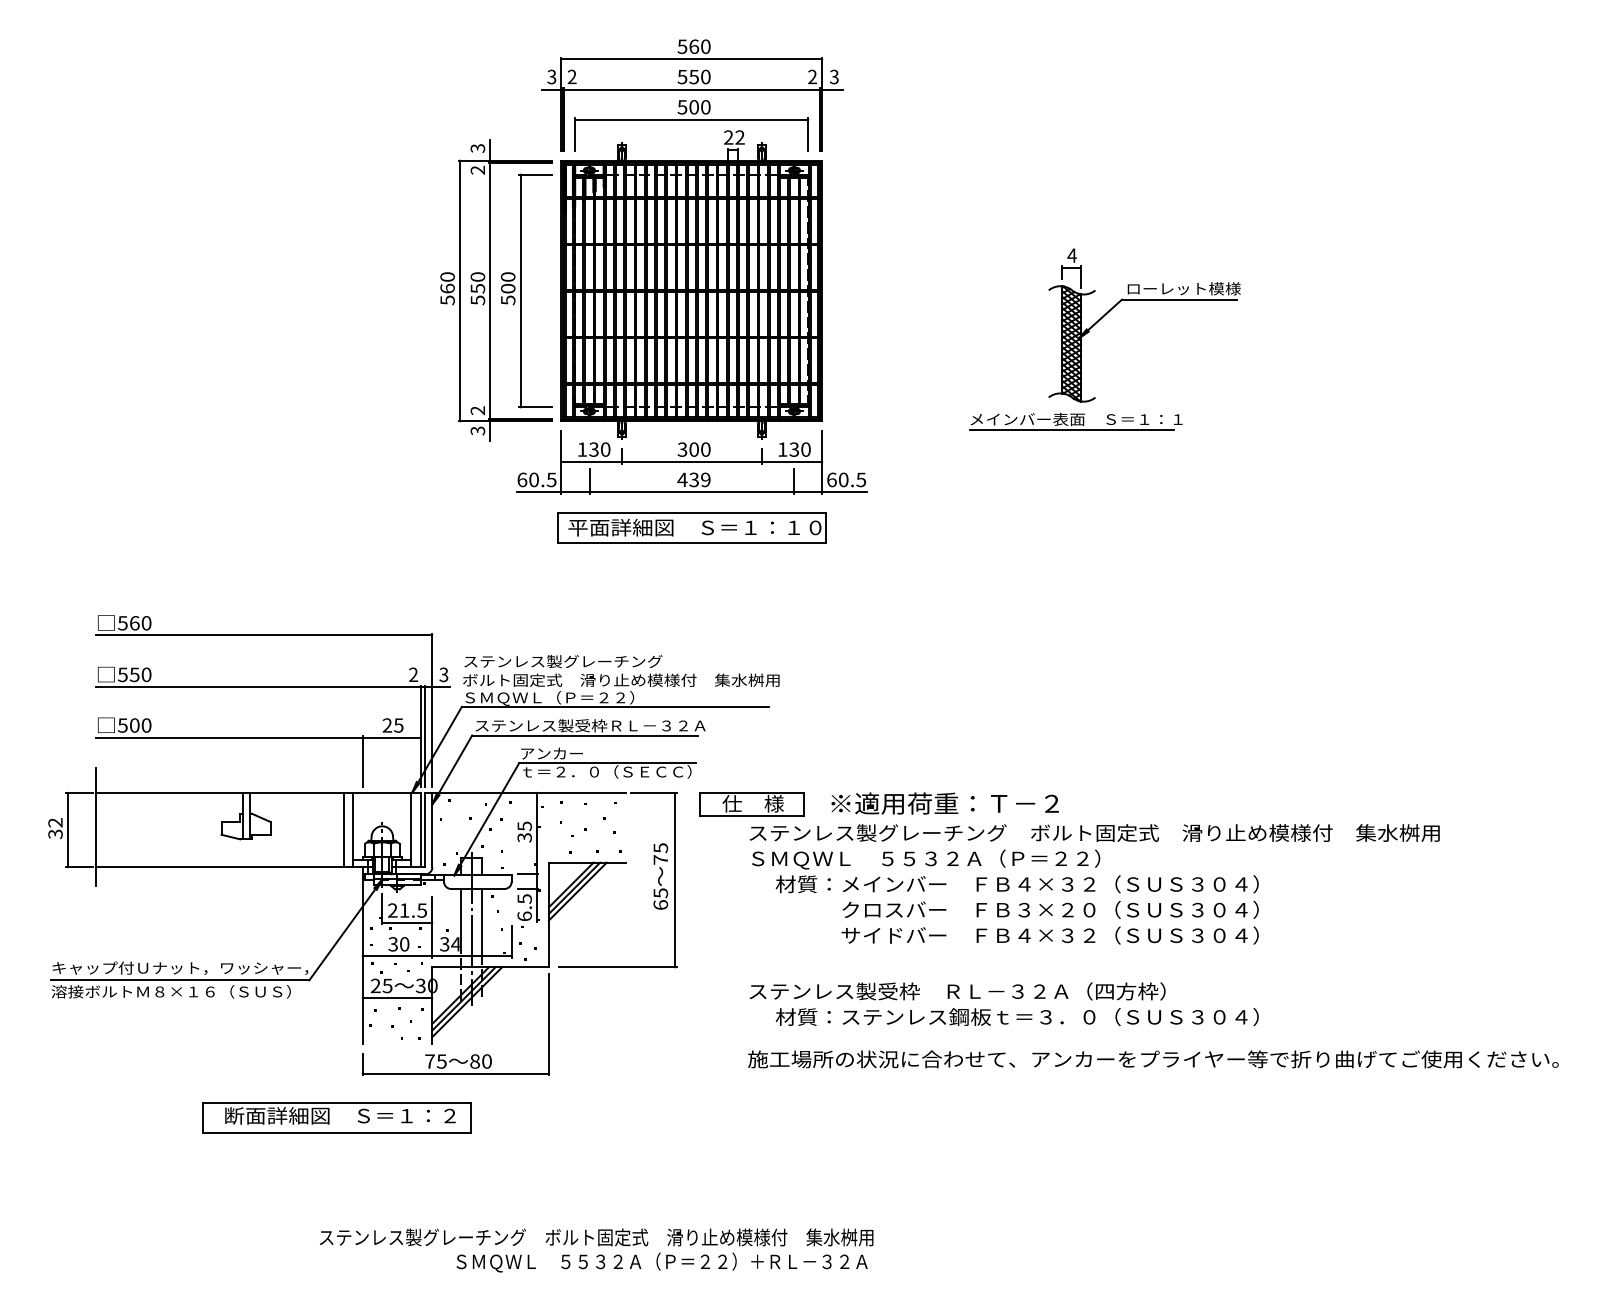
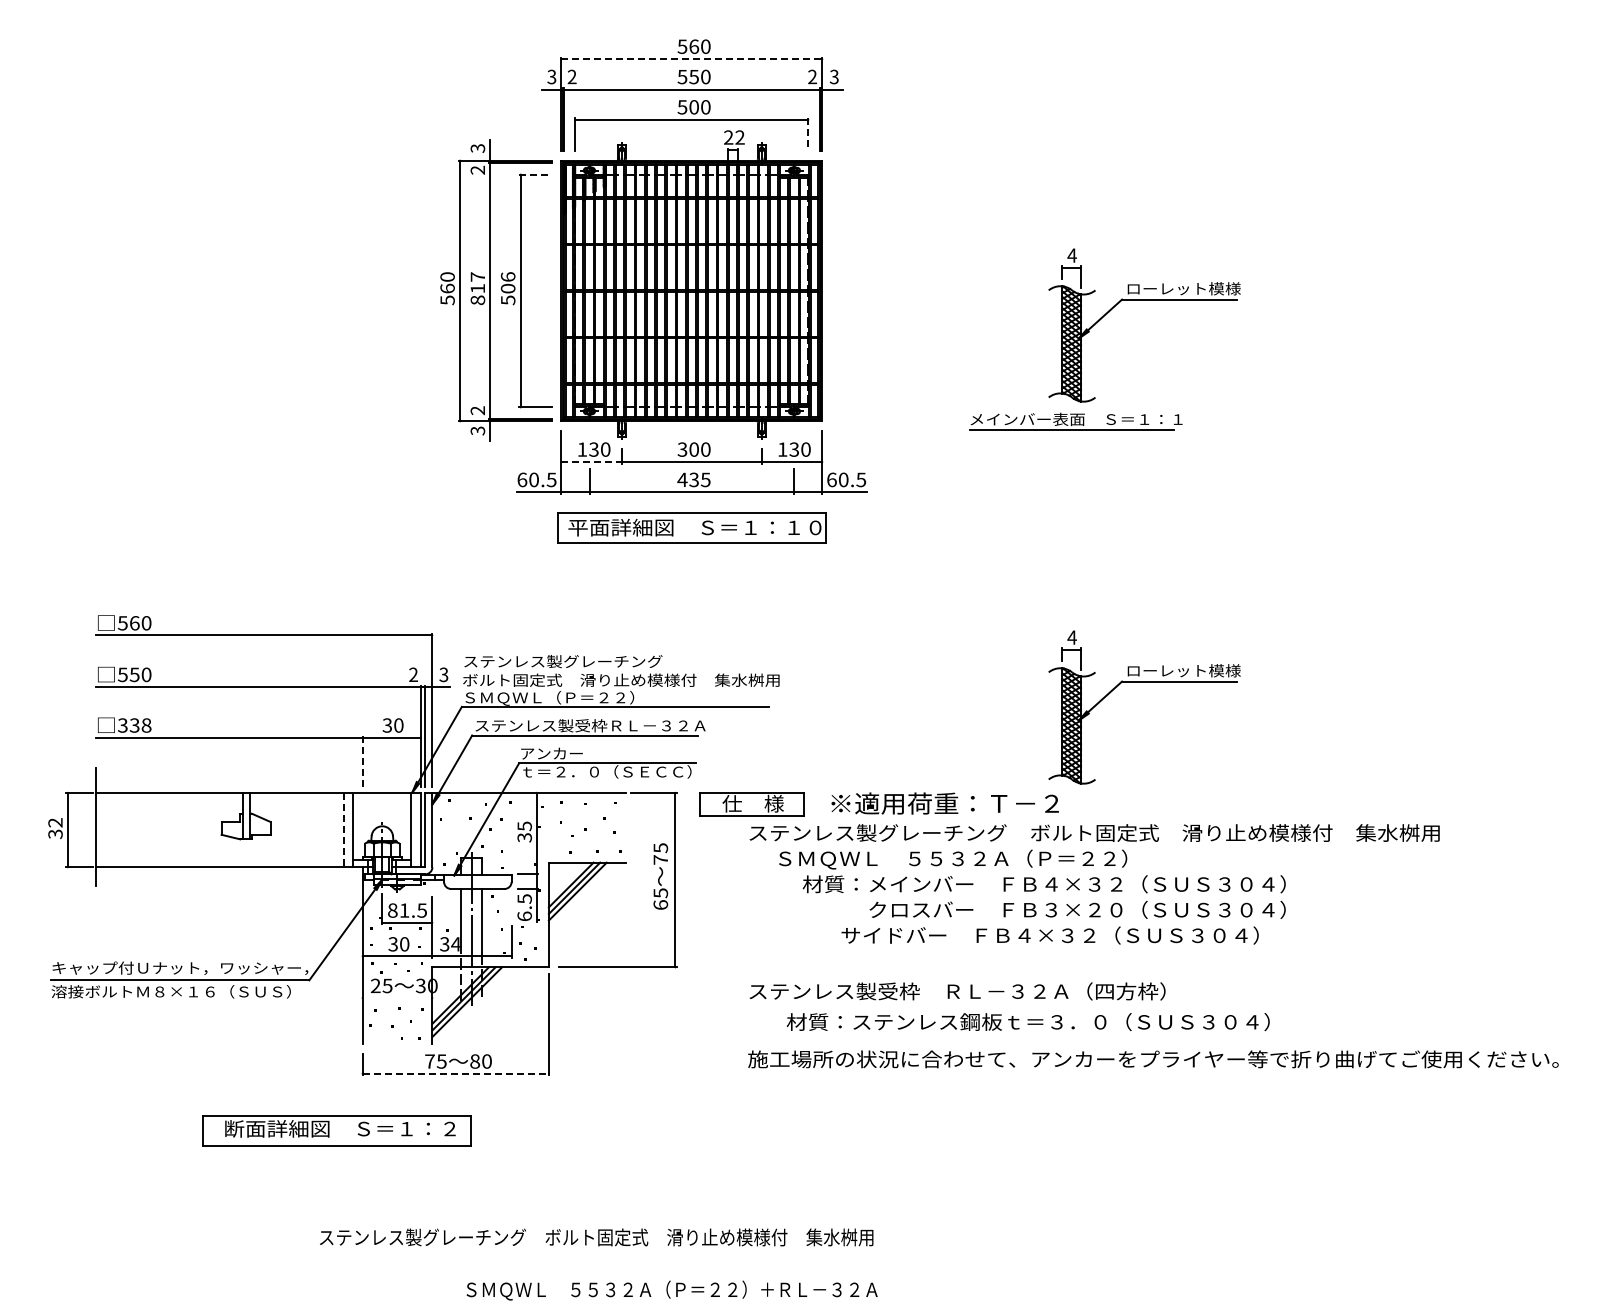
line at (692, 59): solid -> dashed
line at (808, 135): solid -> dashed
line at (536, 174): solid -> dashed
text at (507, 276): 500 -> 506
text at (477, 288): 550 -> 817
line at (592, 462): solid -> dashed
text at (705, 479): 439 -> 435
part at (1144, 682): none -> present
text at (134, 725): 500 -> 338
text at (392, 725): 25 -> 30
line at (362, 760): solid -> dashed
line at (343, 830): solid -> dashed
text at (1005, 883) position: (1005, 883) -> (1032, 883)
text at (392, 910): 21.5 -> 81.5
line at (397, 998): present -> none
text at (1016, 1017) position: (1016, 1017) -> (1027, 1022)
line at (456, 1073): solid -> dashed
part at (336, 1117) position: (336, 1117) -> (336, 1130)
text at (661, 1262) position: (661, 1262) -> (671, 1290)
